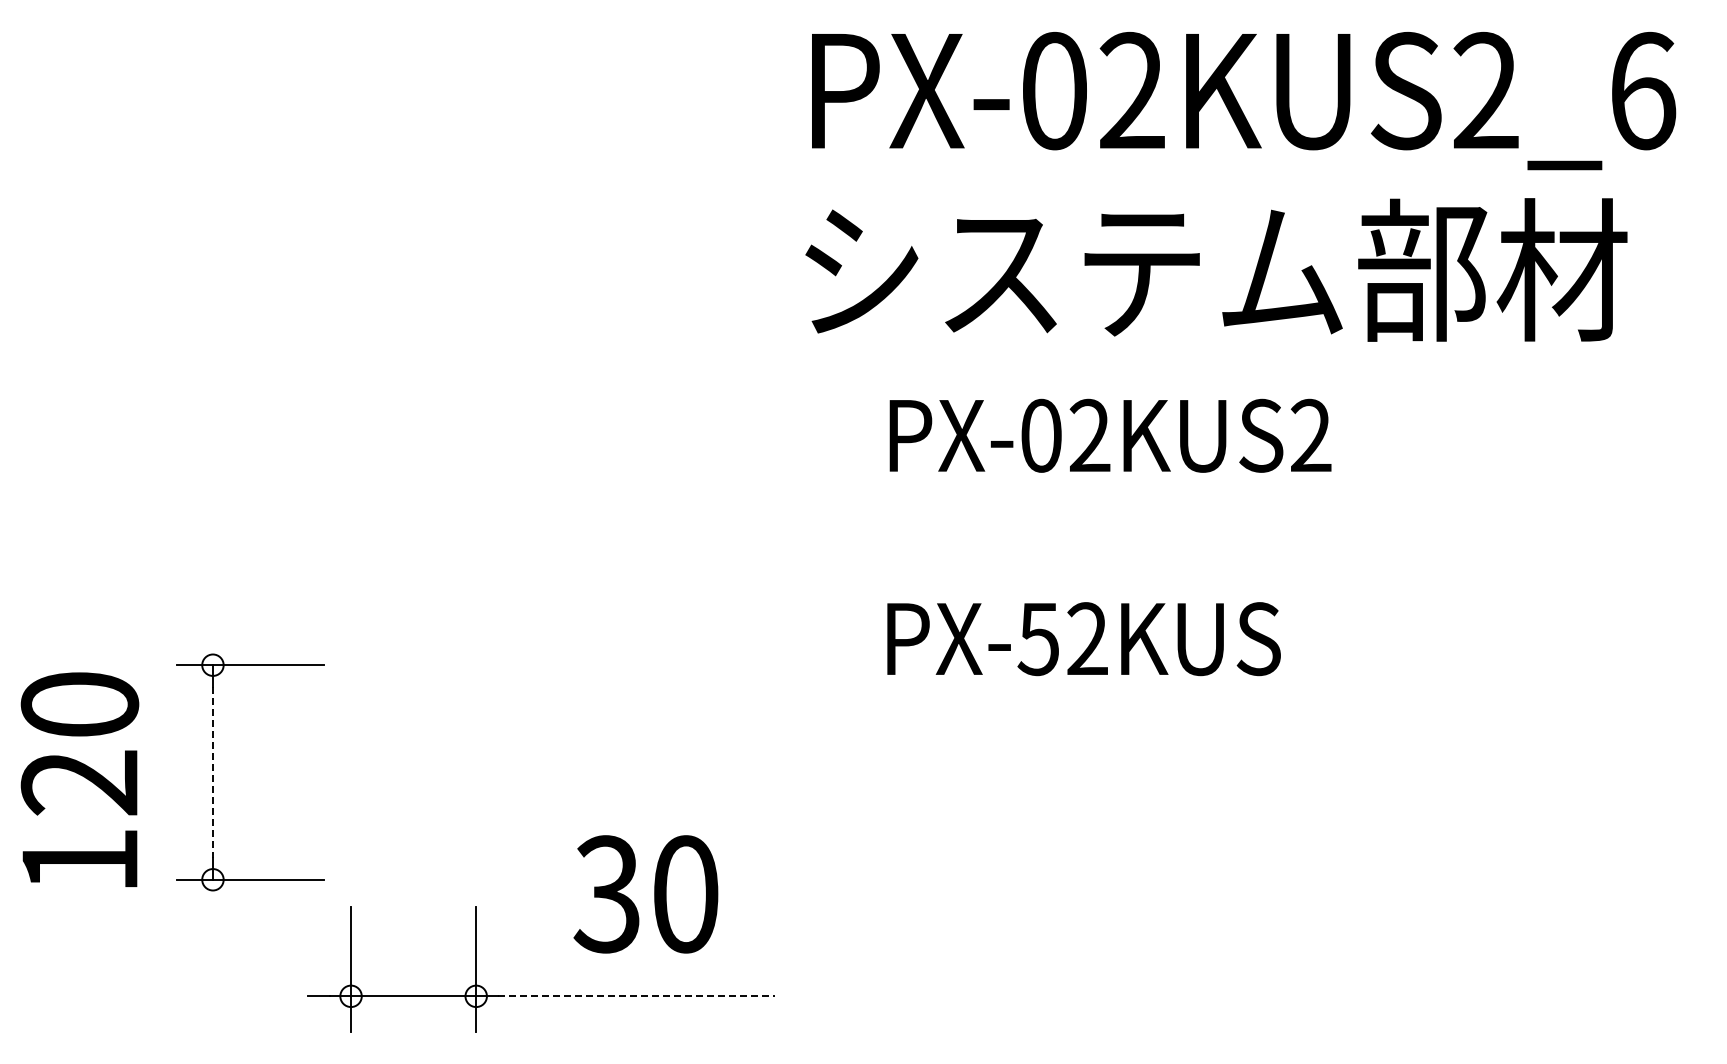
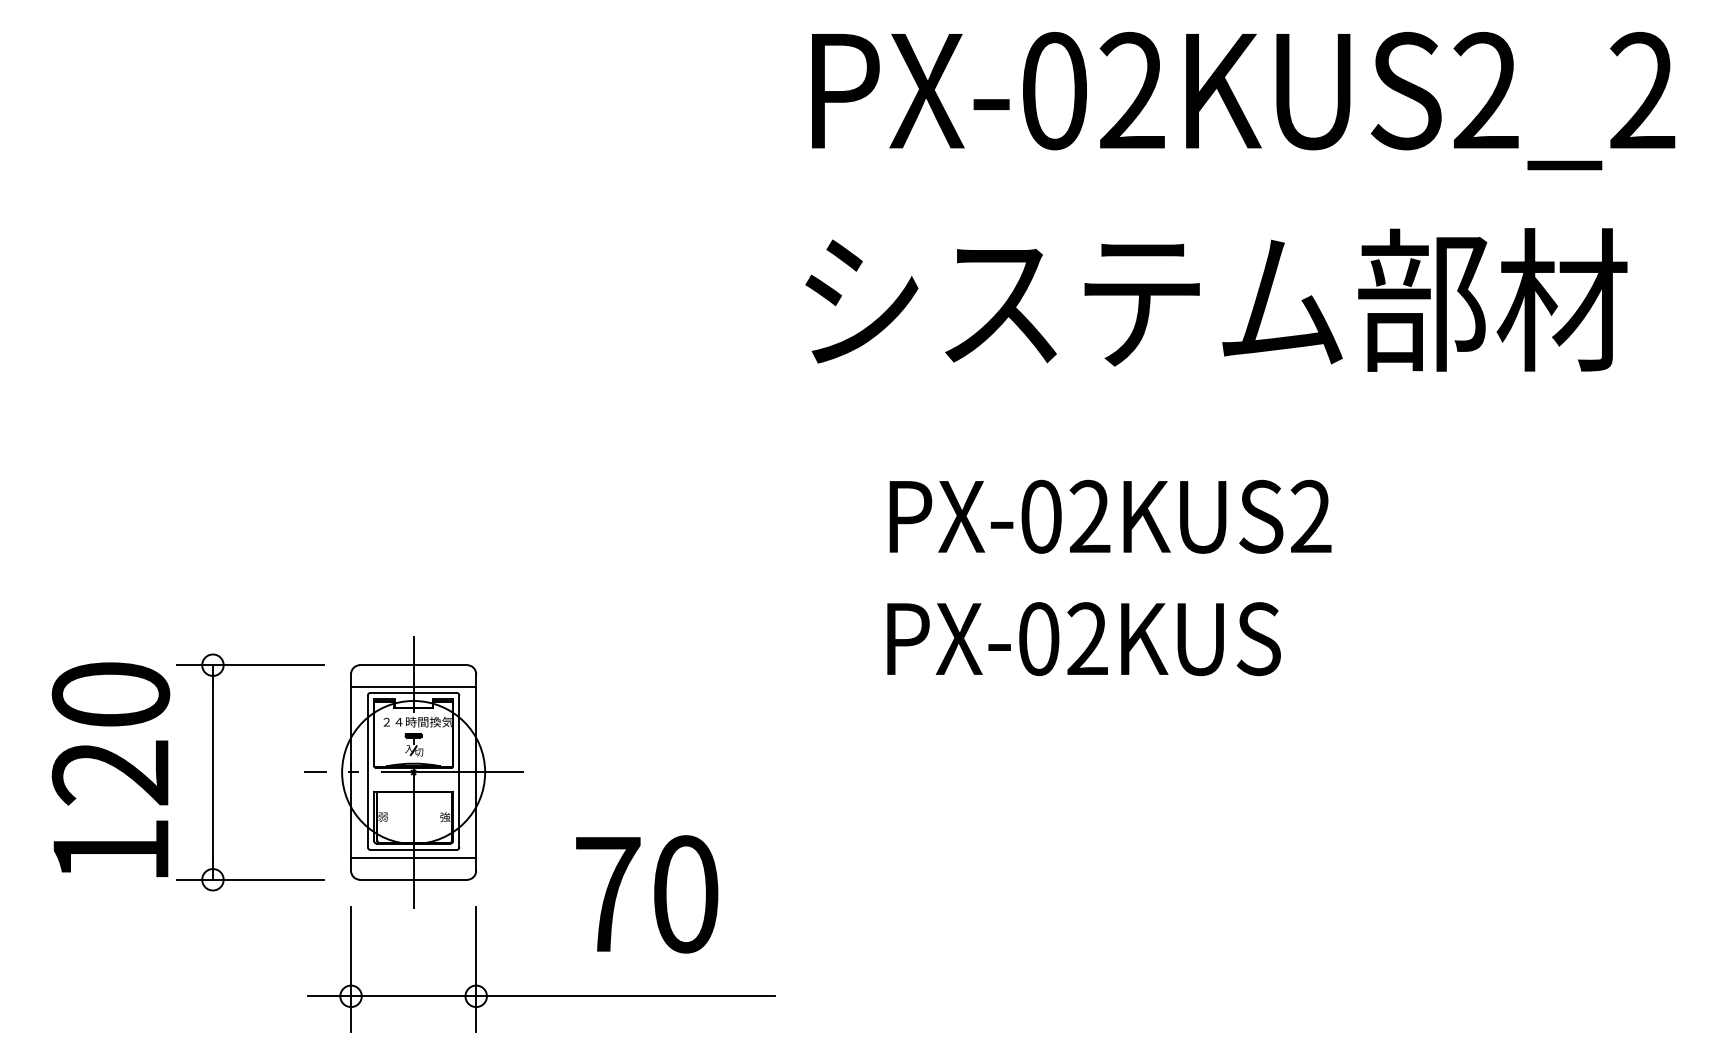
text at (1643, 90): PX-02KUS2_6 -> PX-02KUS2_2
text at (1216, 269) position: (1216, 269) -> (1216, 299)
text at (1110, 435) position: (1110, 435) -> (1110, 516)
text at (1038, 639): PX-52KUS -> PX-02KUS
line at (212, 772): dashed -> solid
part at (413, 772): none -> present
text at (79, 779) position: (79, 779) -> (110, 769)
text at (606, 894): 30 -> 70
line at (636, 996): dashed -> solid
